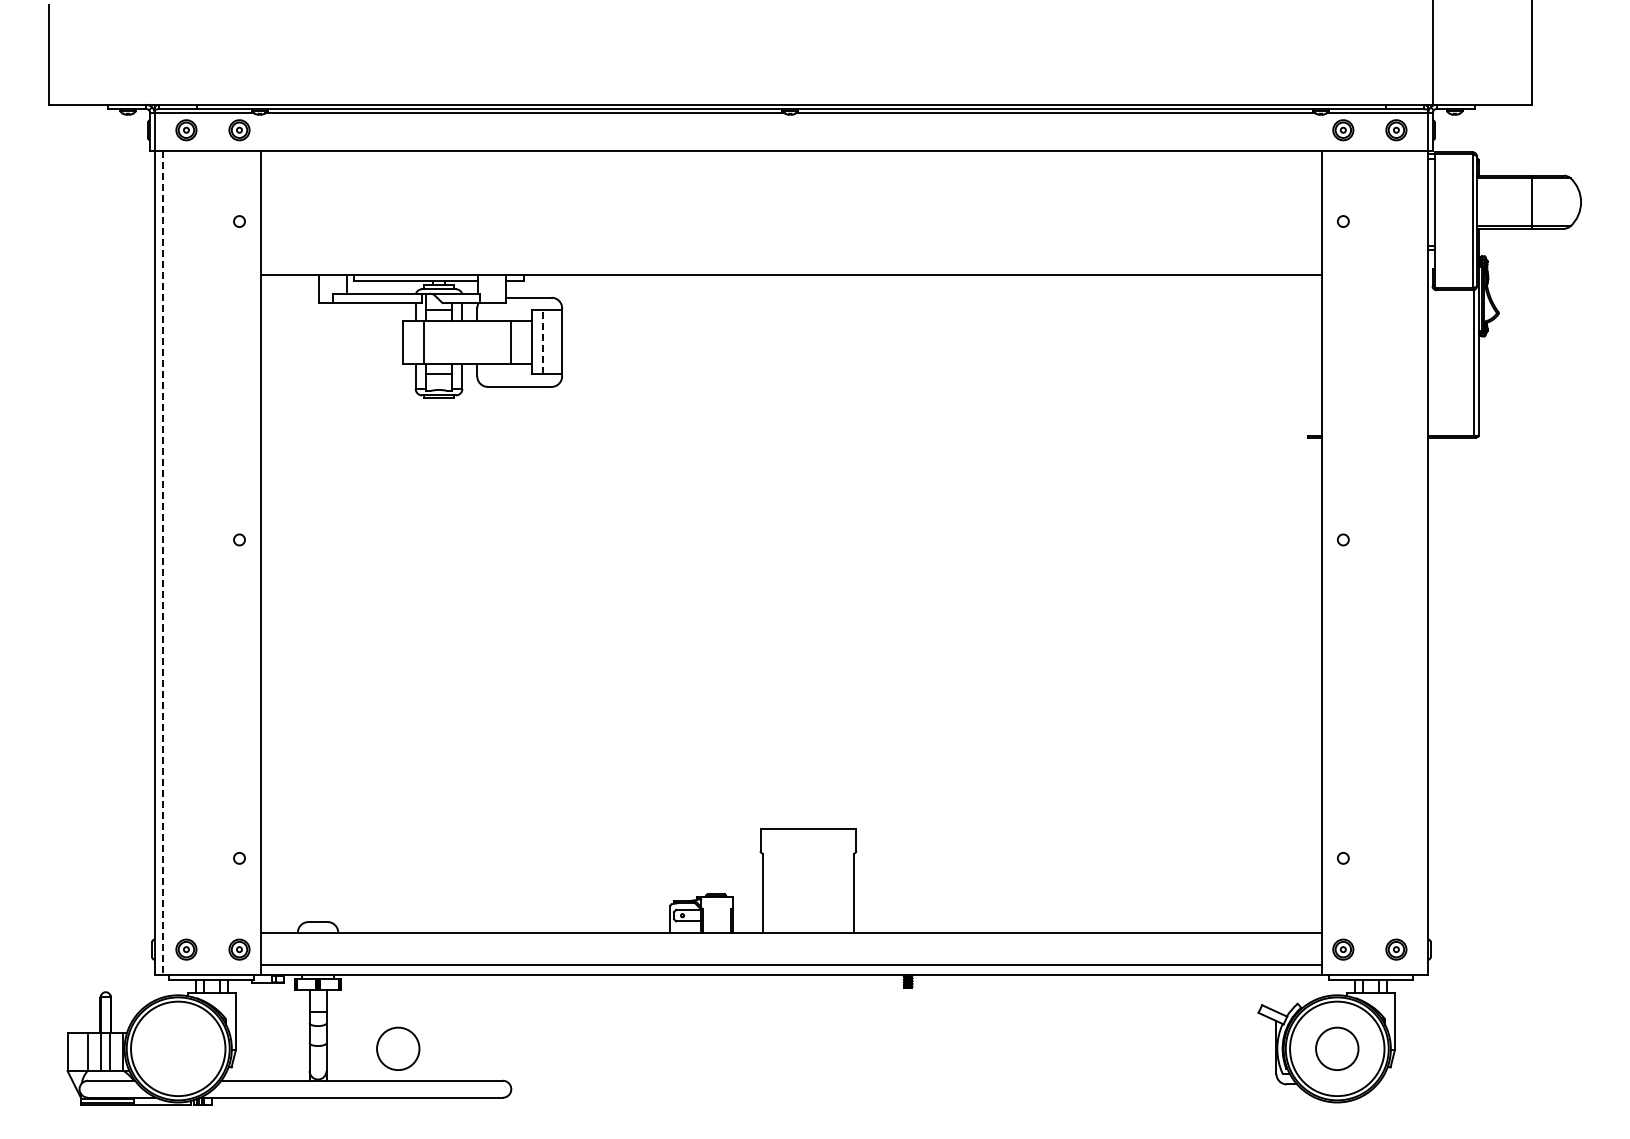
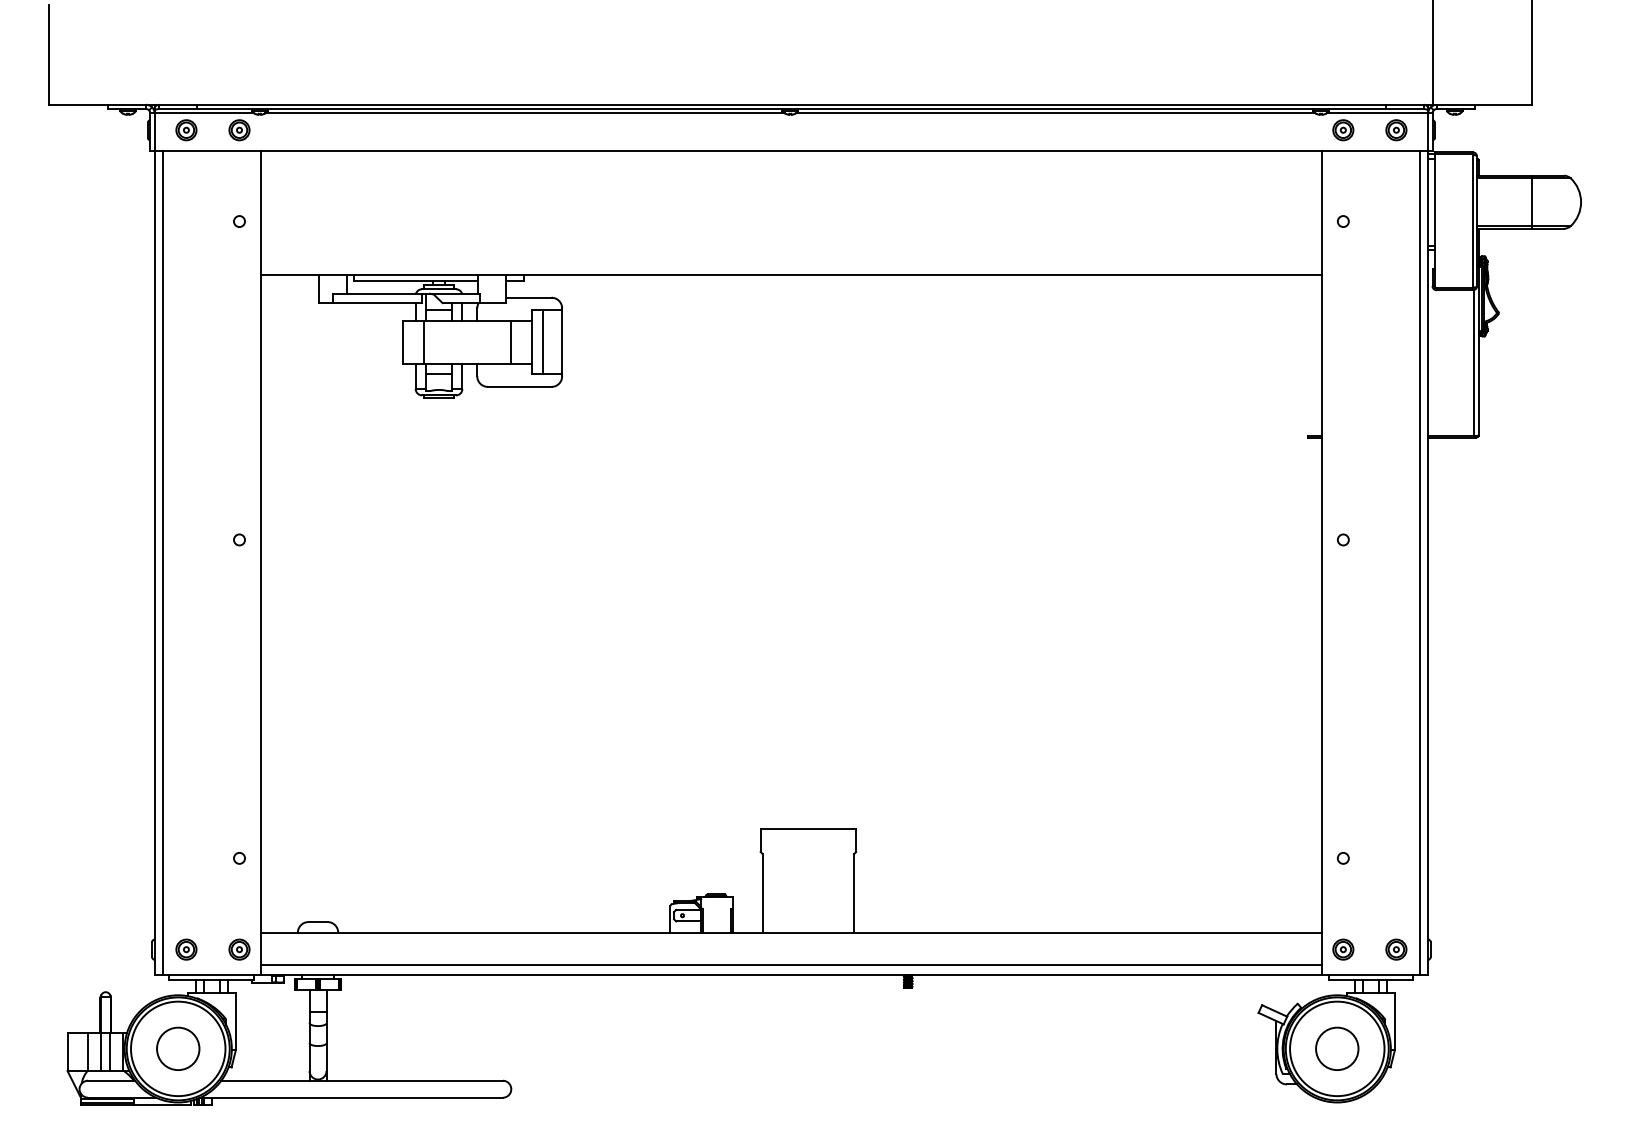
line at (542, 342): dashed -> solid
line at (163, 563): dashed -> solid
line at (1419, 563): none -> present
circle at (398, 1048) position: (398, 1048) -> (178, 1048)
